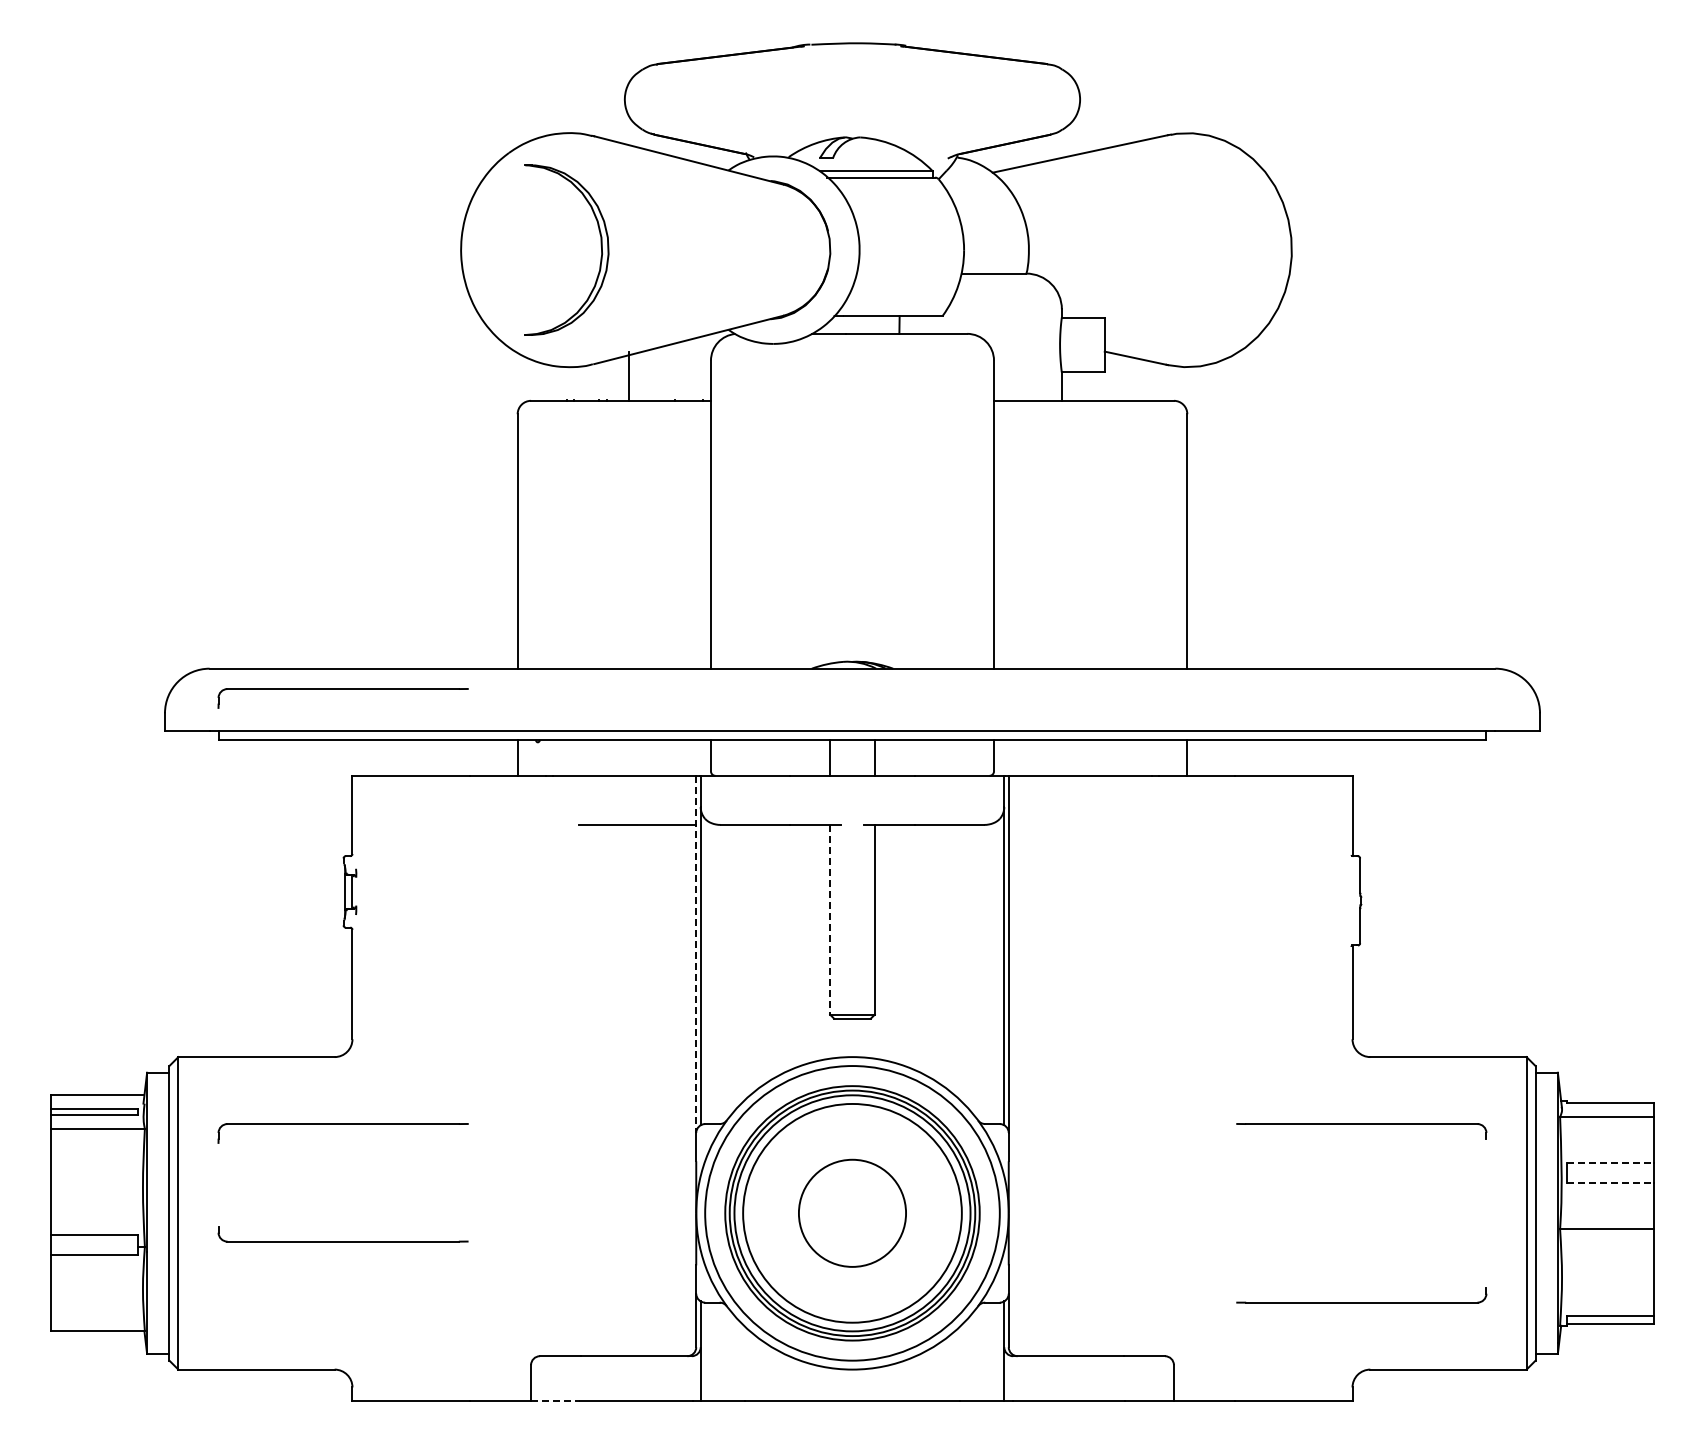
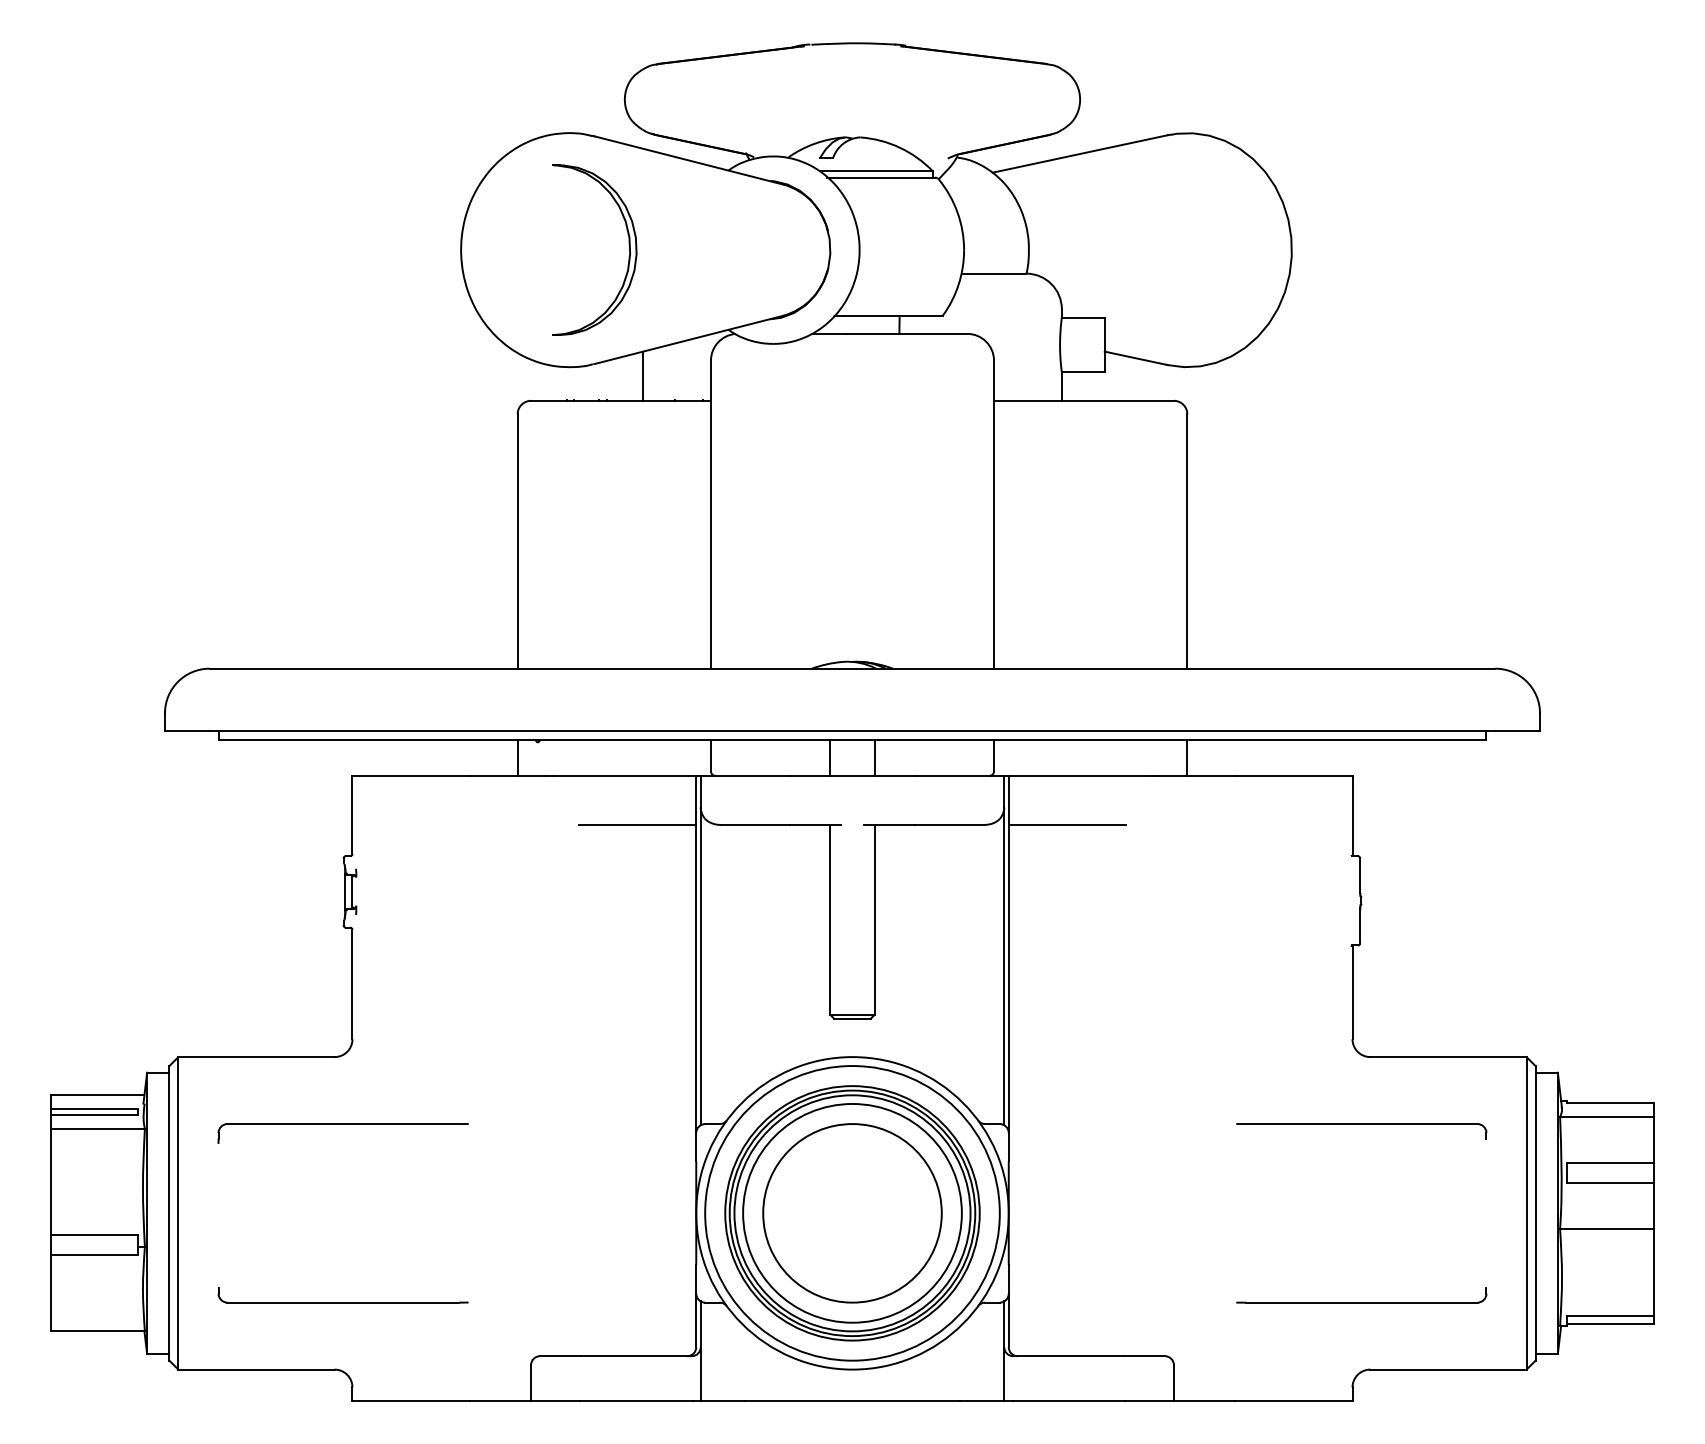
part at (600, 245) position: (600, 245) -> (628, 245)
line at (629, 375) position: (629, 375) -> (643, 375)
part at (342, 689): present -> none
line at (1066, 824): none -> present
line at (830, 919): dashed -> solid
line at (696, 954): dashed -> solid
line at (1611, 1163): dashed -> solid
line at (1611, 1182): dashed -> solid
circle at (852, 1212) diameter: 107 px -> 179 px
part at (342, 1241) position: (342, 1241) -> (342, 1302)
line at (555, 1400): dashed -> solid
